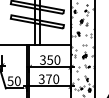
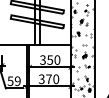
text at (17, 80): 50 -> 59
